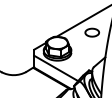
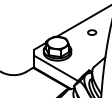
part at (91, 32) size: 16x11 px -> 11x7 px
